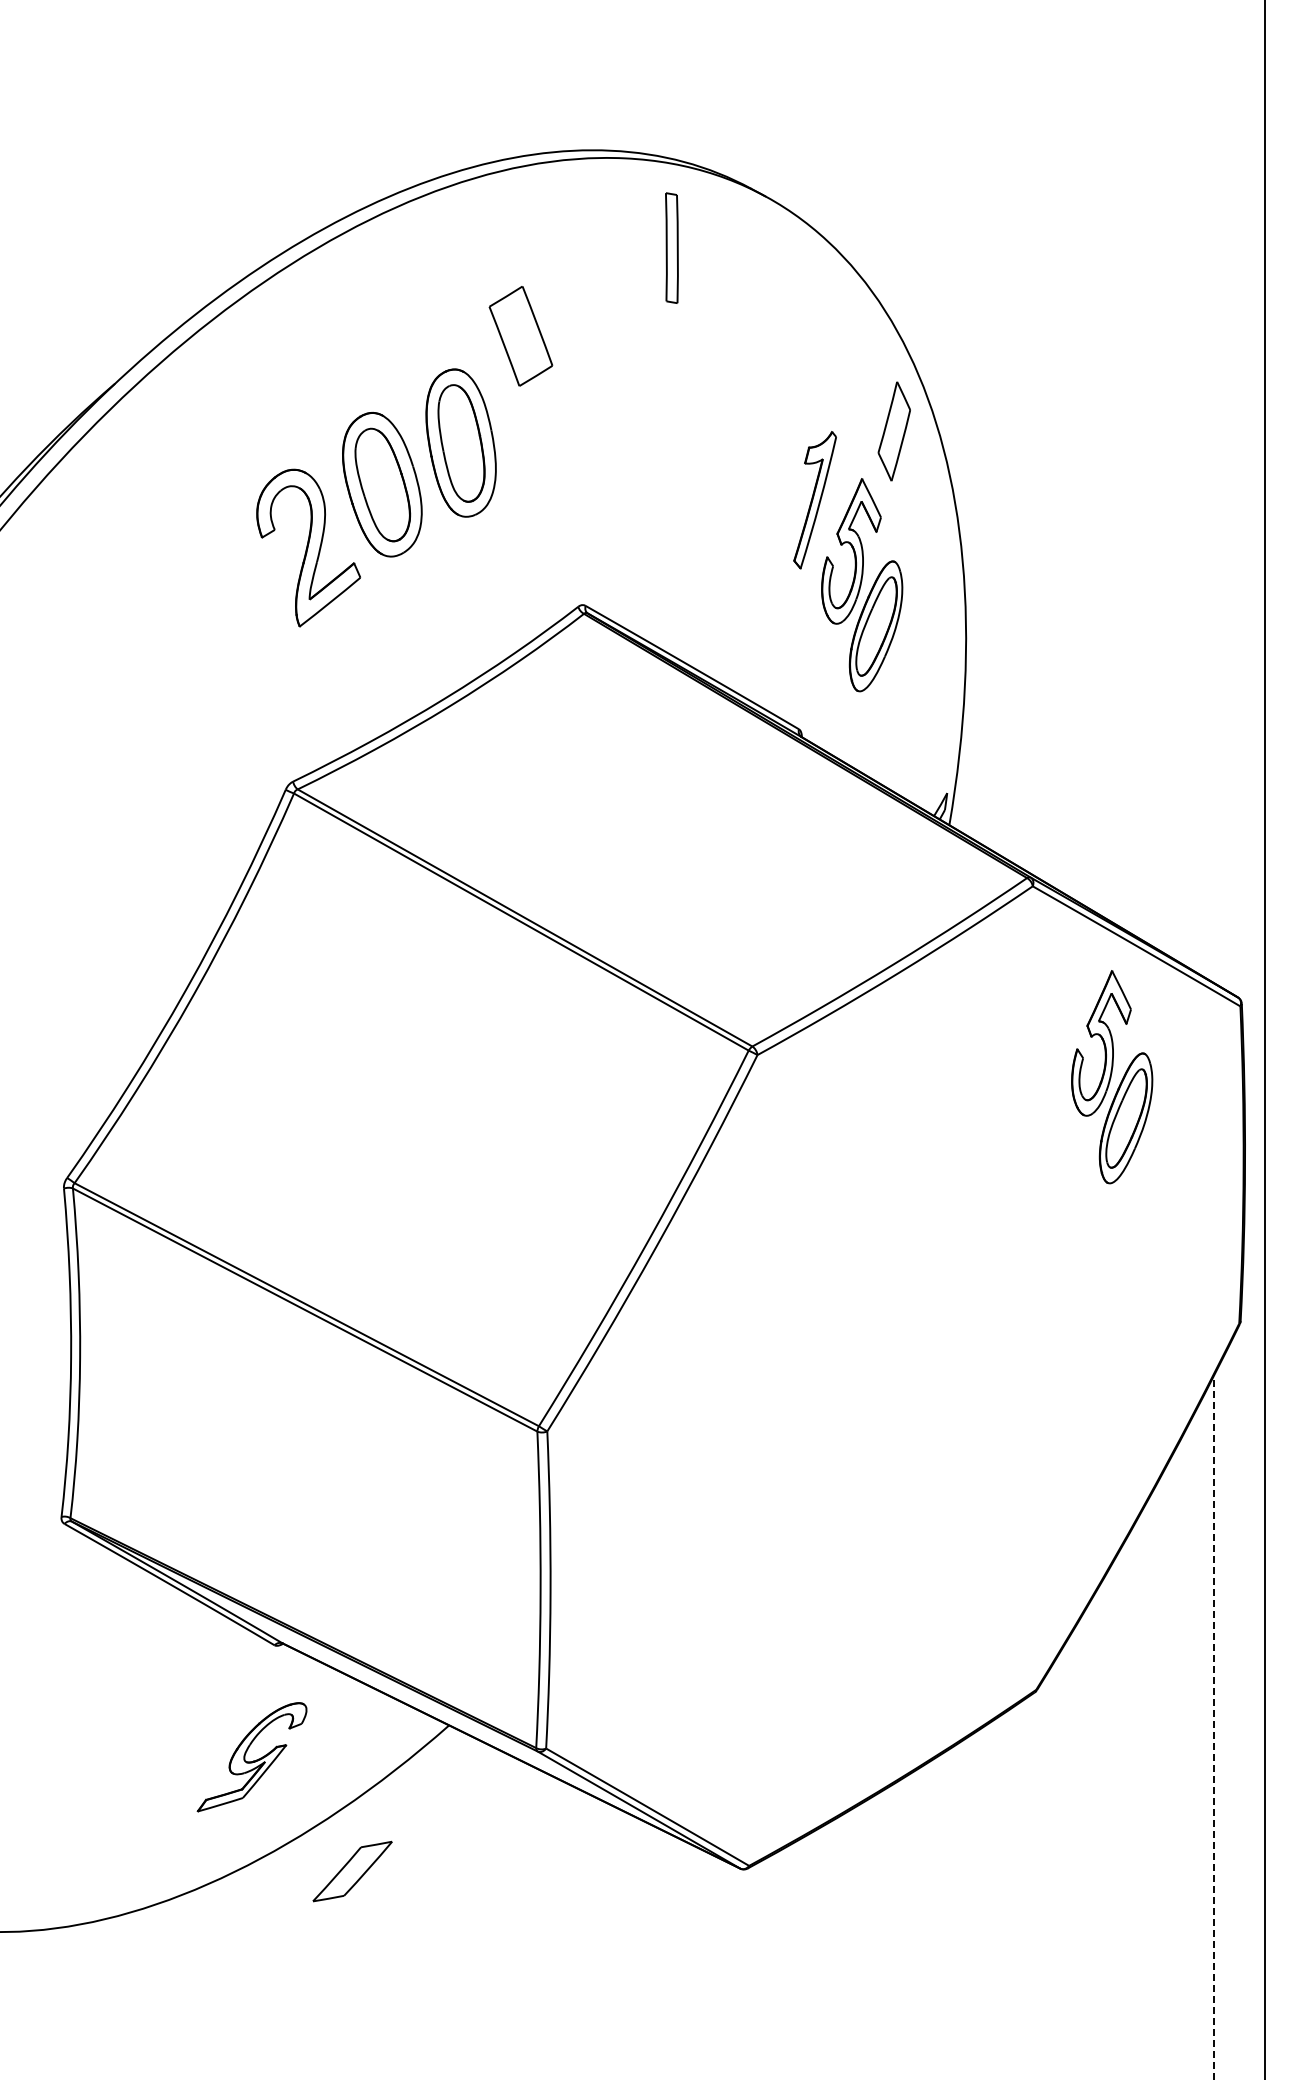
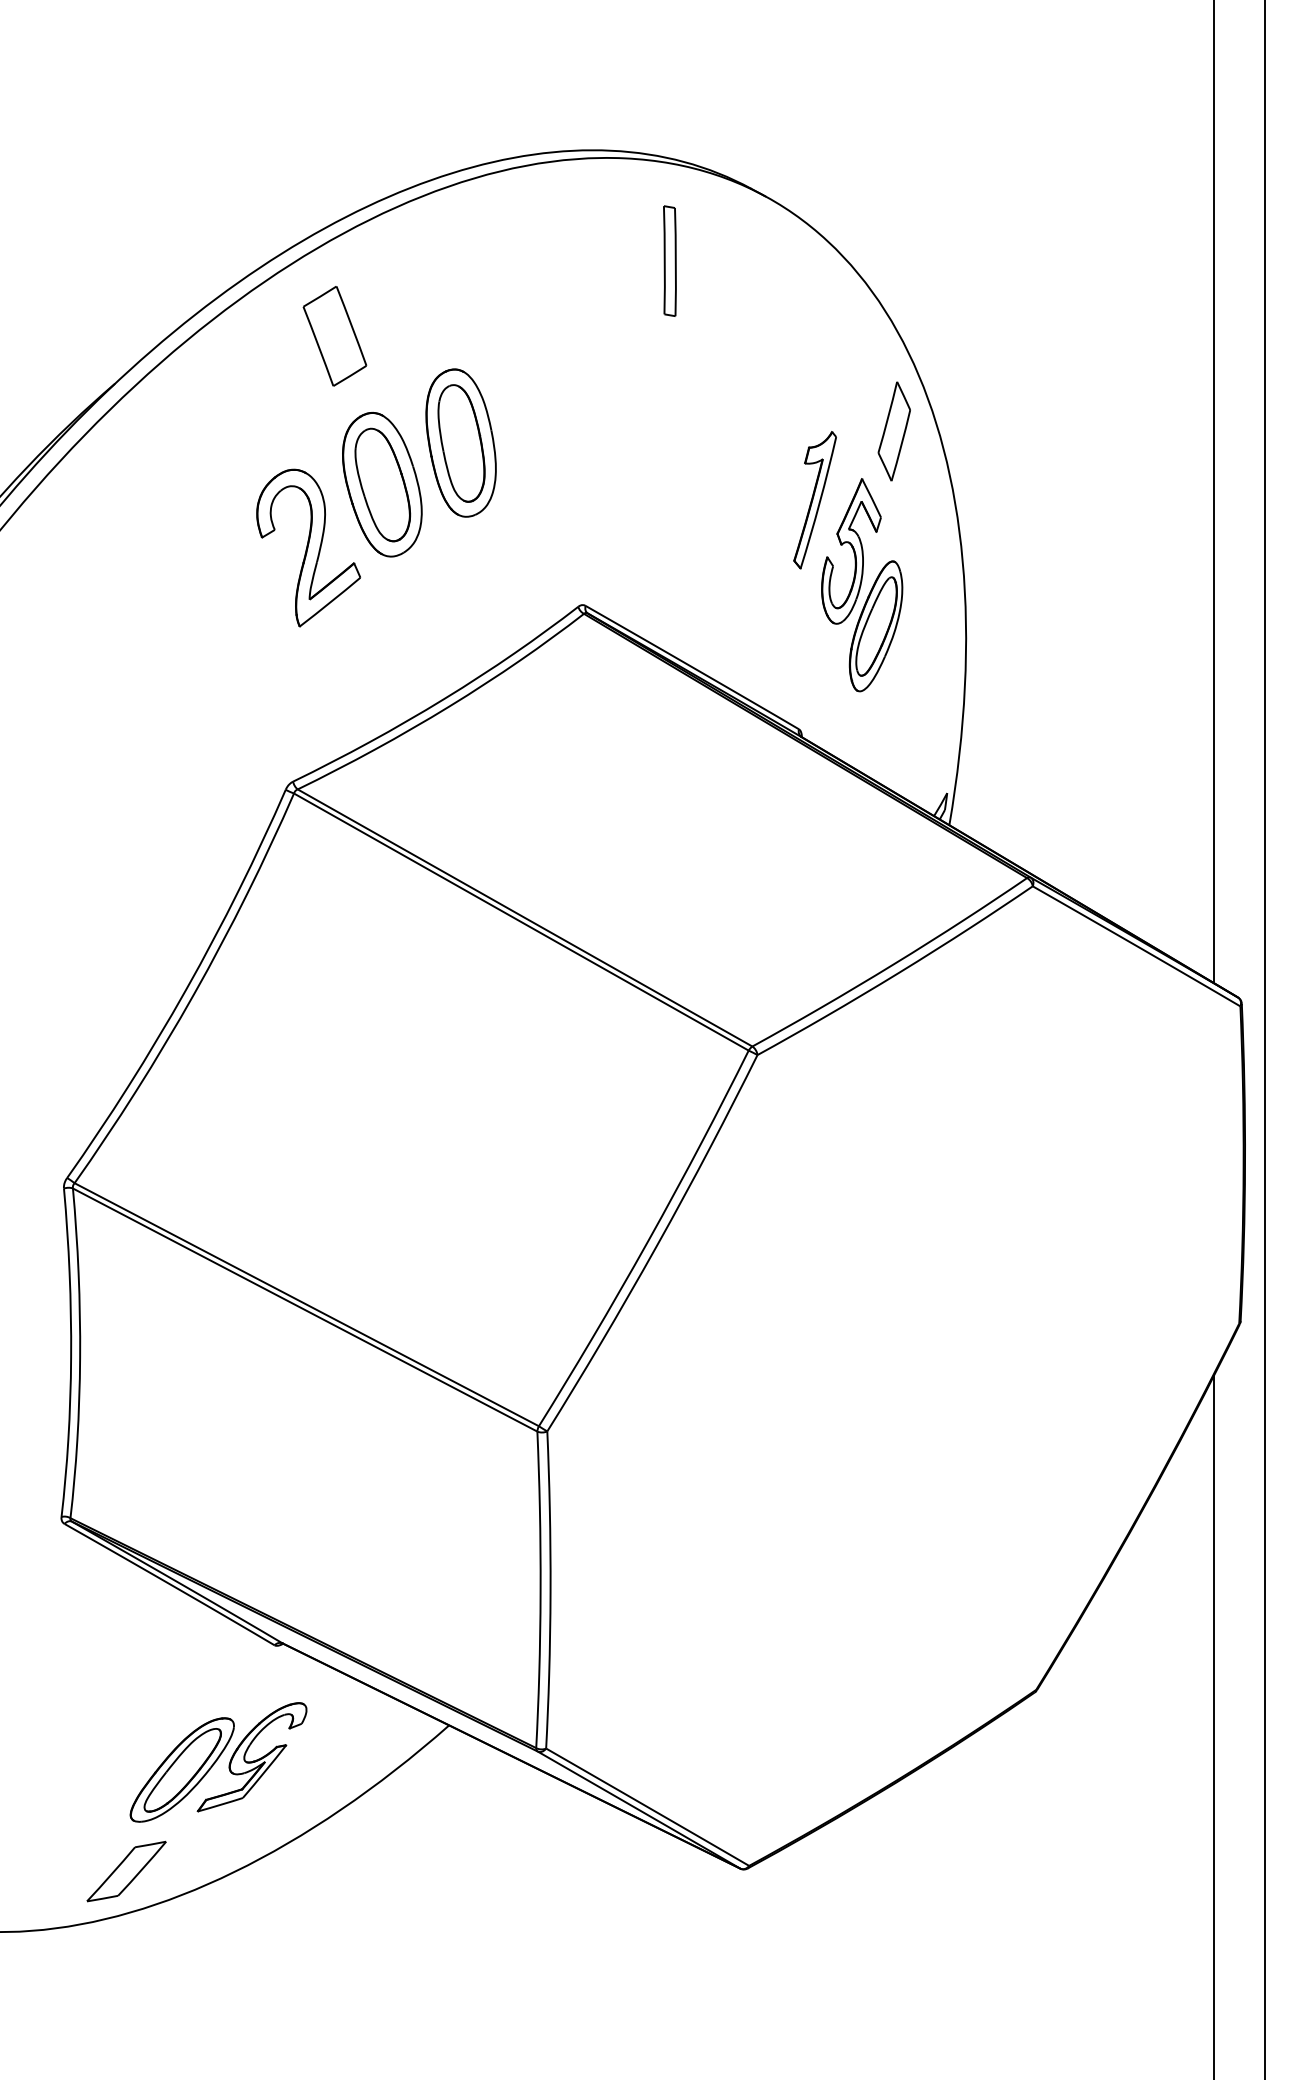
part at (671, 247) position: (671, 247) -> (669, 260)
part at (520, 336) position: (520, 336) -> (334, 336)
line at (1213, 492): none -> present
part at (1112, 1077): present -> none
line at (1213, 1727): dashed -> solid
part at (181, 1769): none -> present
part at (352, 1871) position: (352, 1871) -> (126, 1871)
